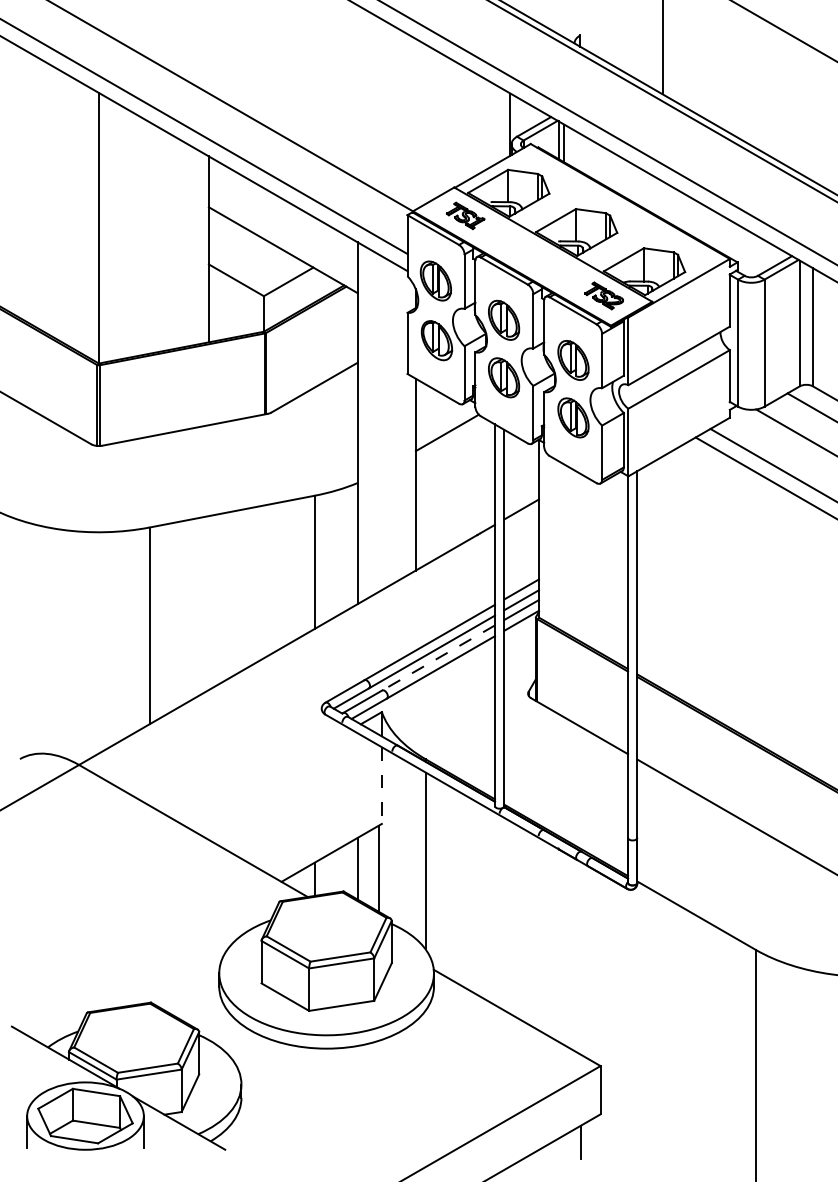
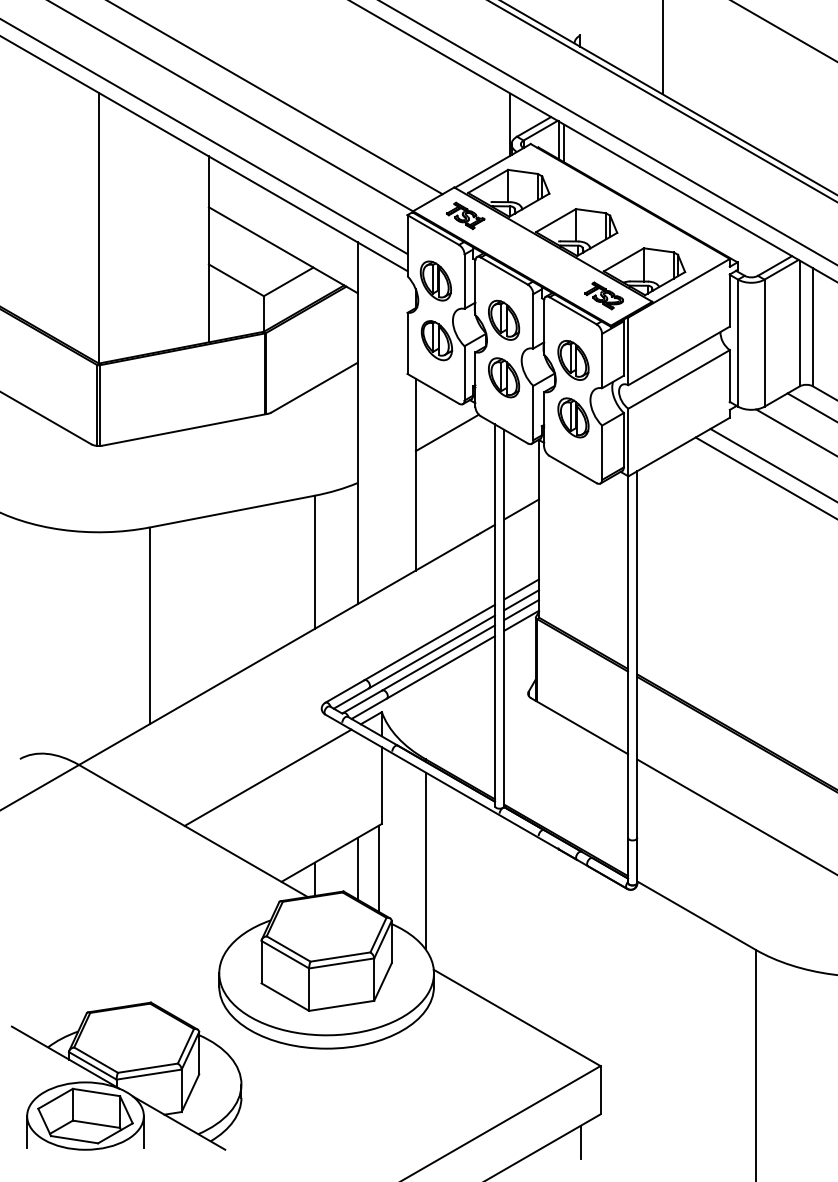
line at (275, 98): none -> present
line at (438, 658): dashed -> solid
line at (267, 777): none -> present
line at (381, 786): dashed -> solid
